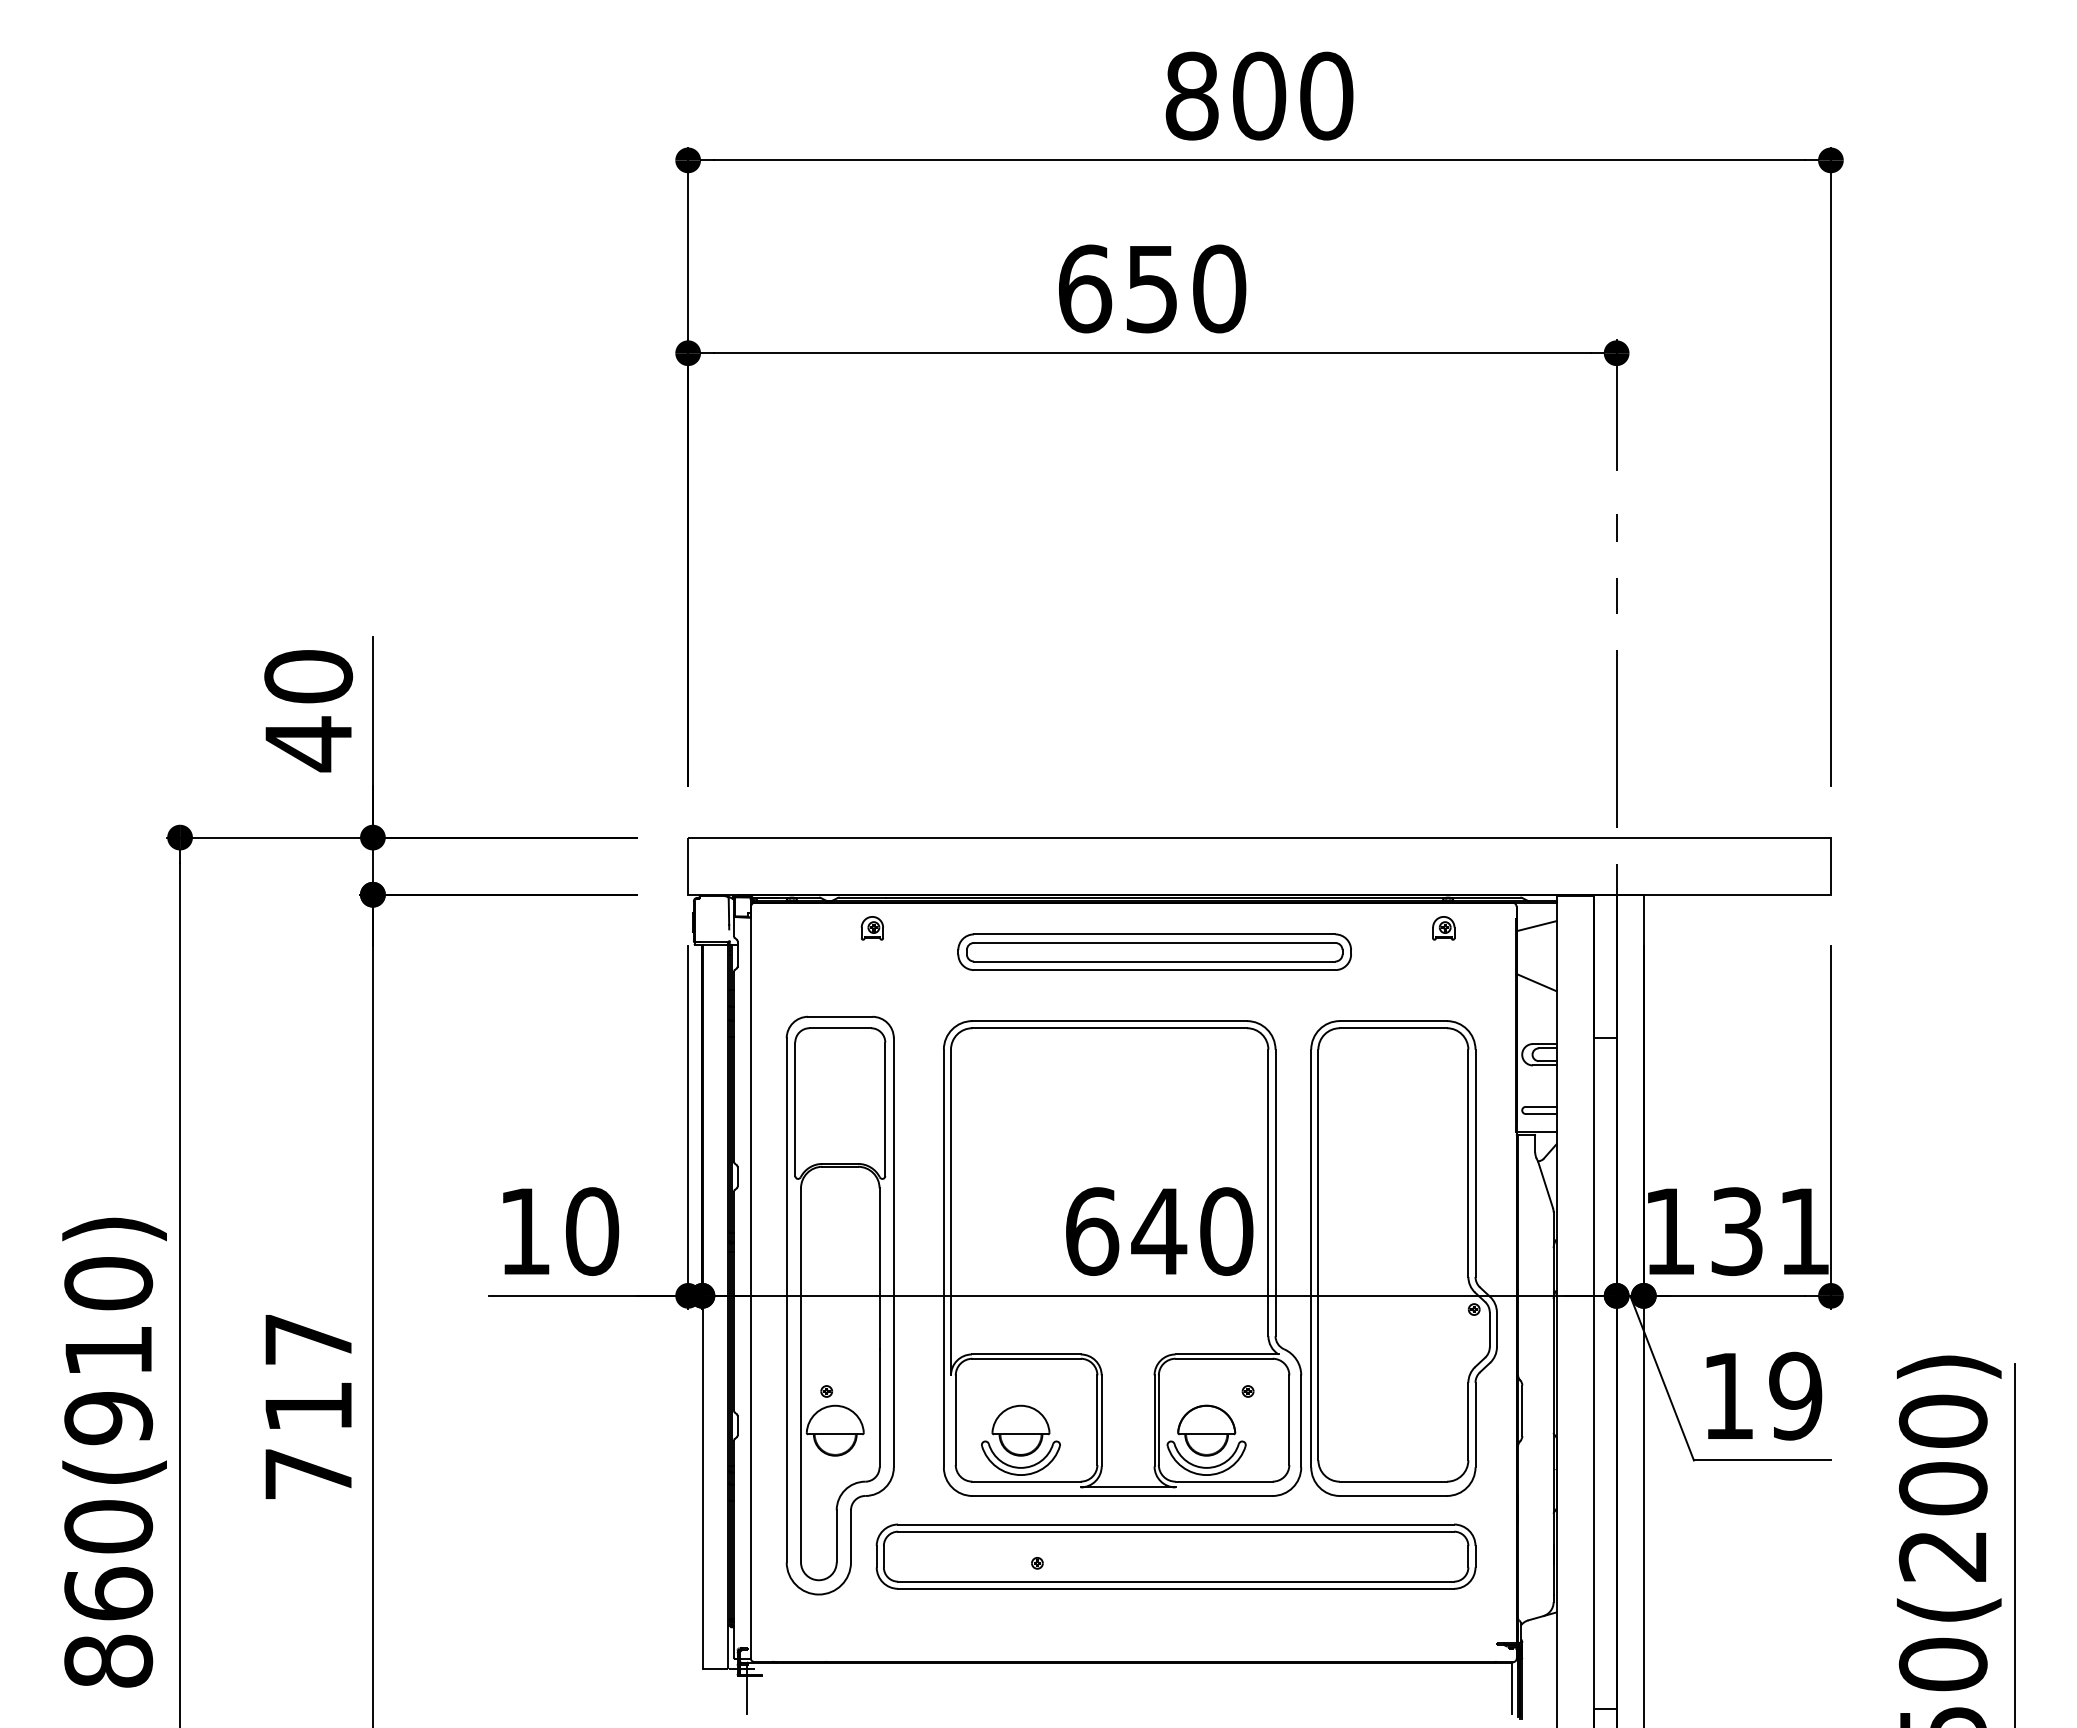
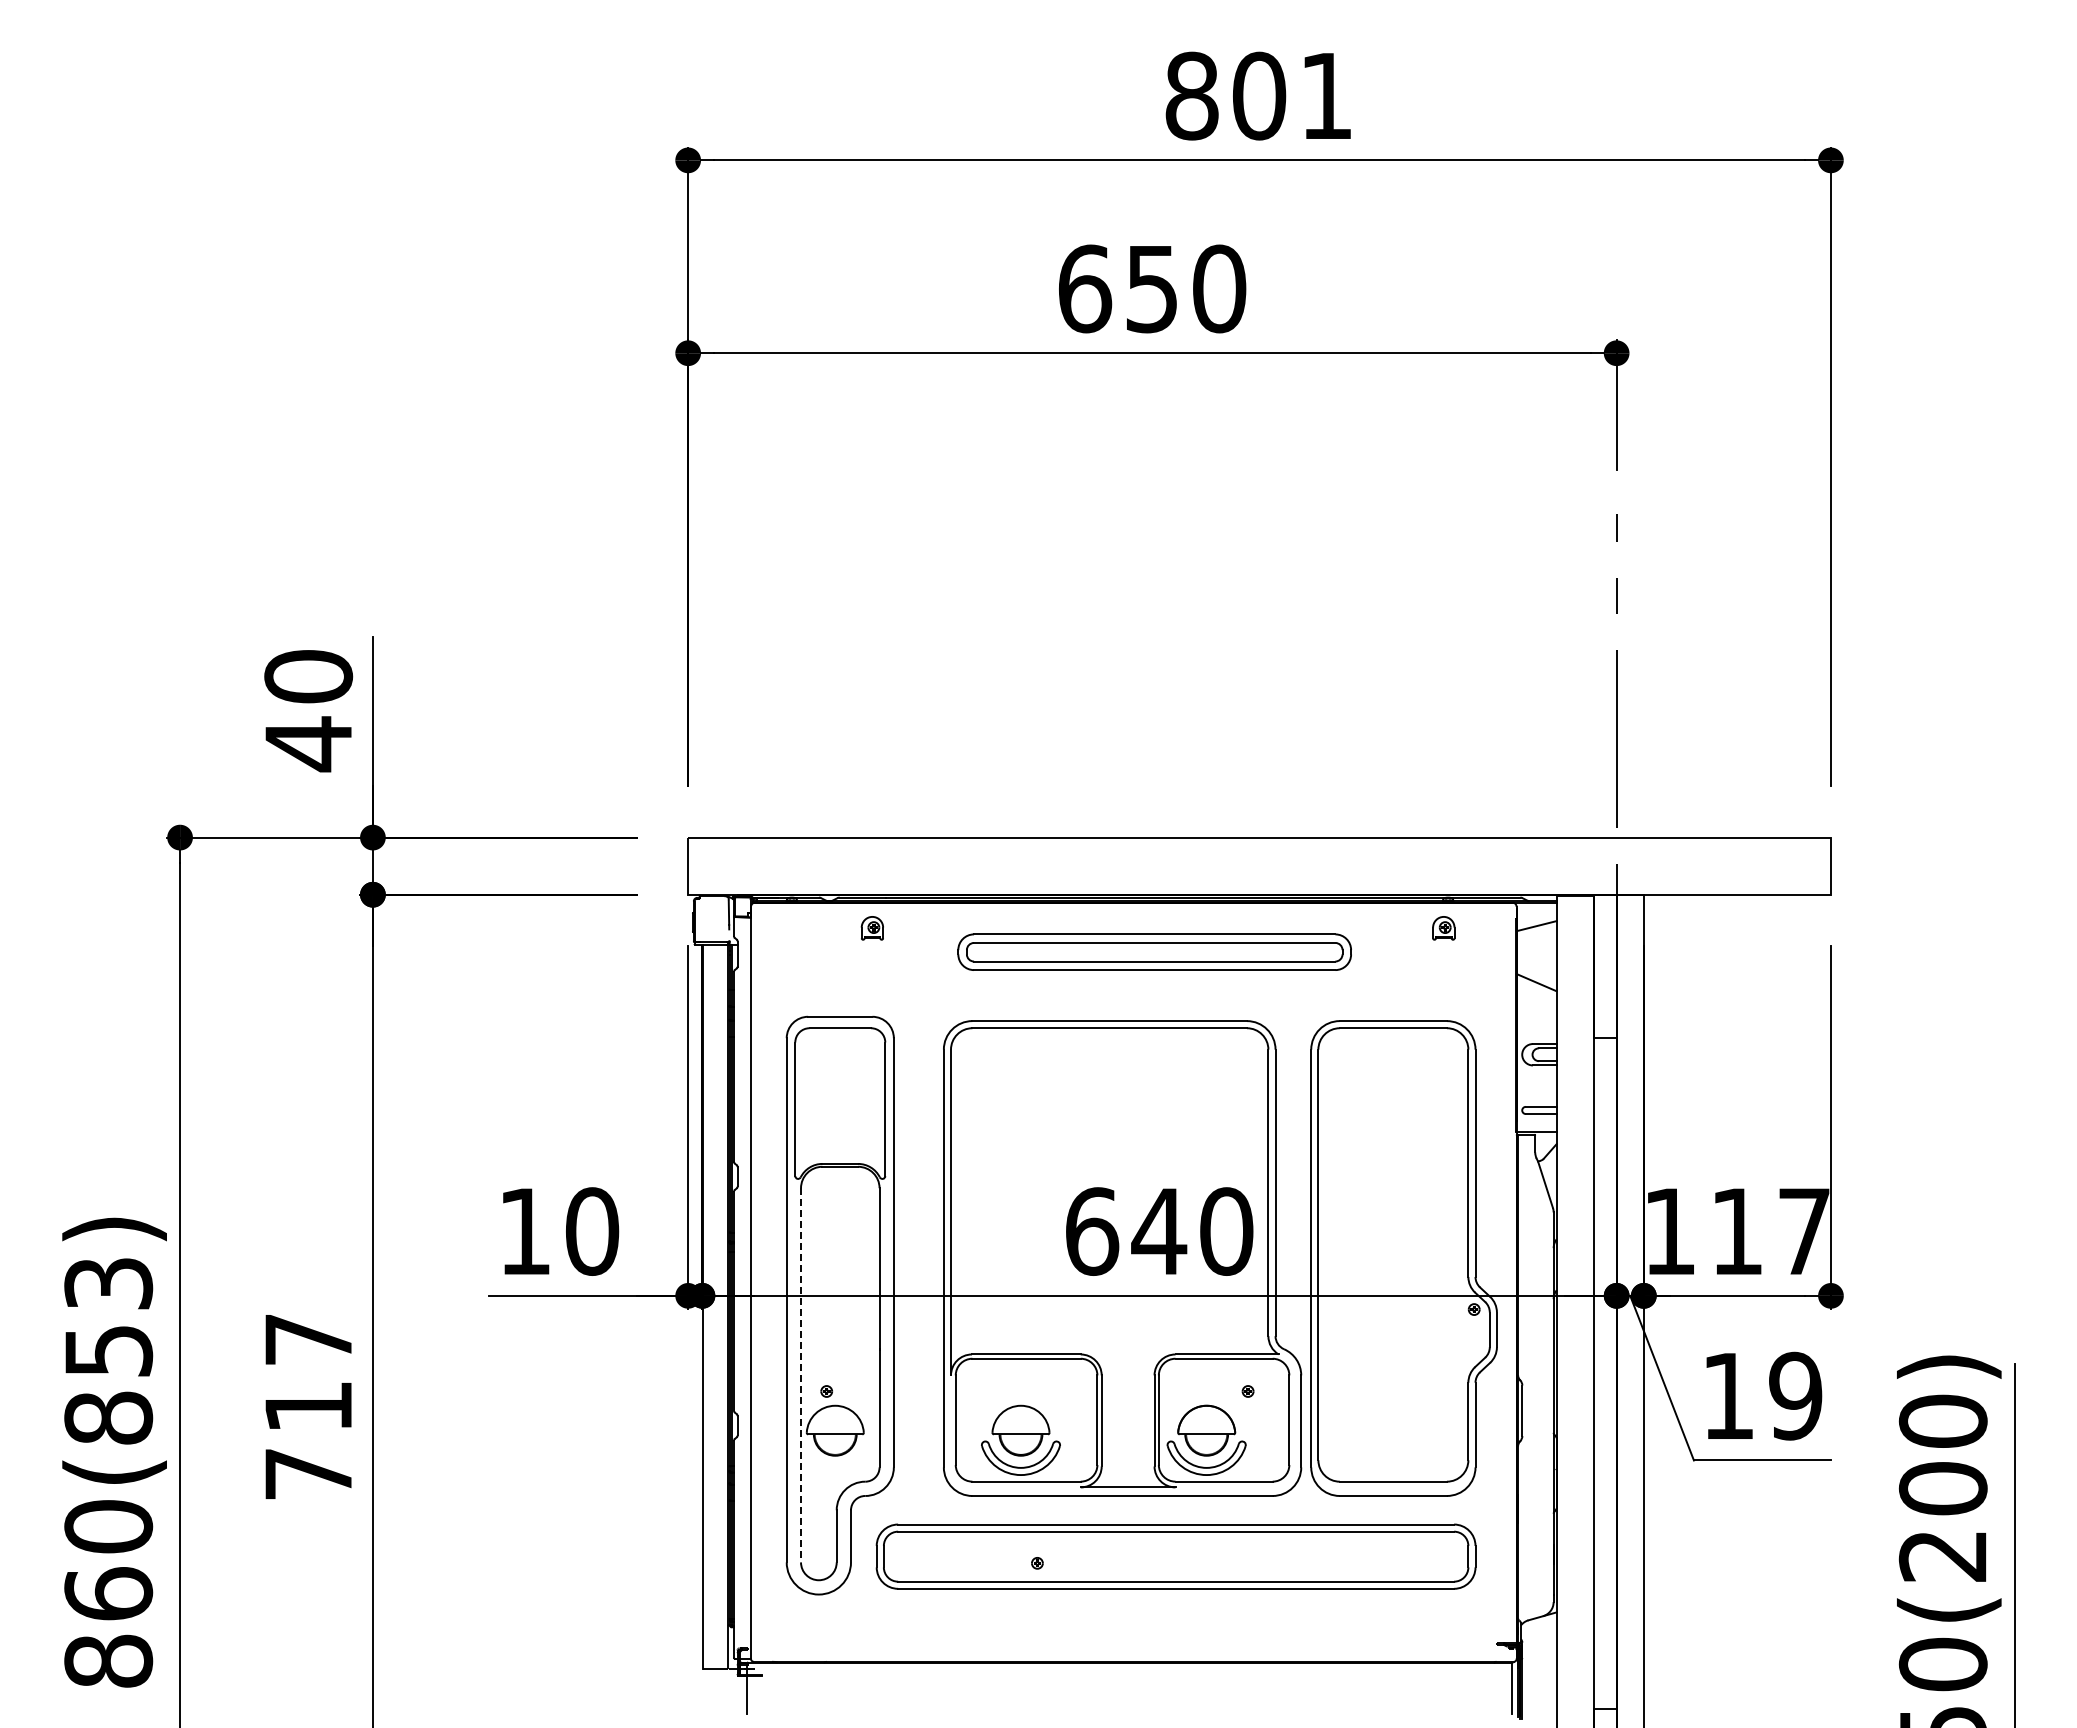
text at (1326, 95): 800 -> 801
text at (1770, 1231): 131 -> 117
text at (108, 1351): 860(910) -> 860(853)
line at (801, 1375): solid -> dashed
